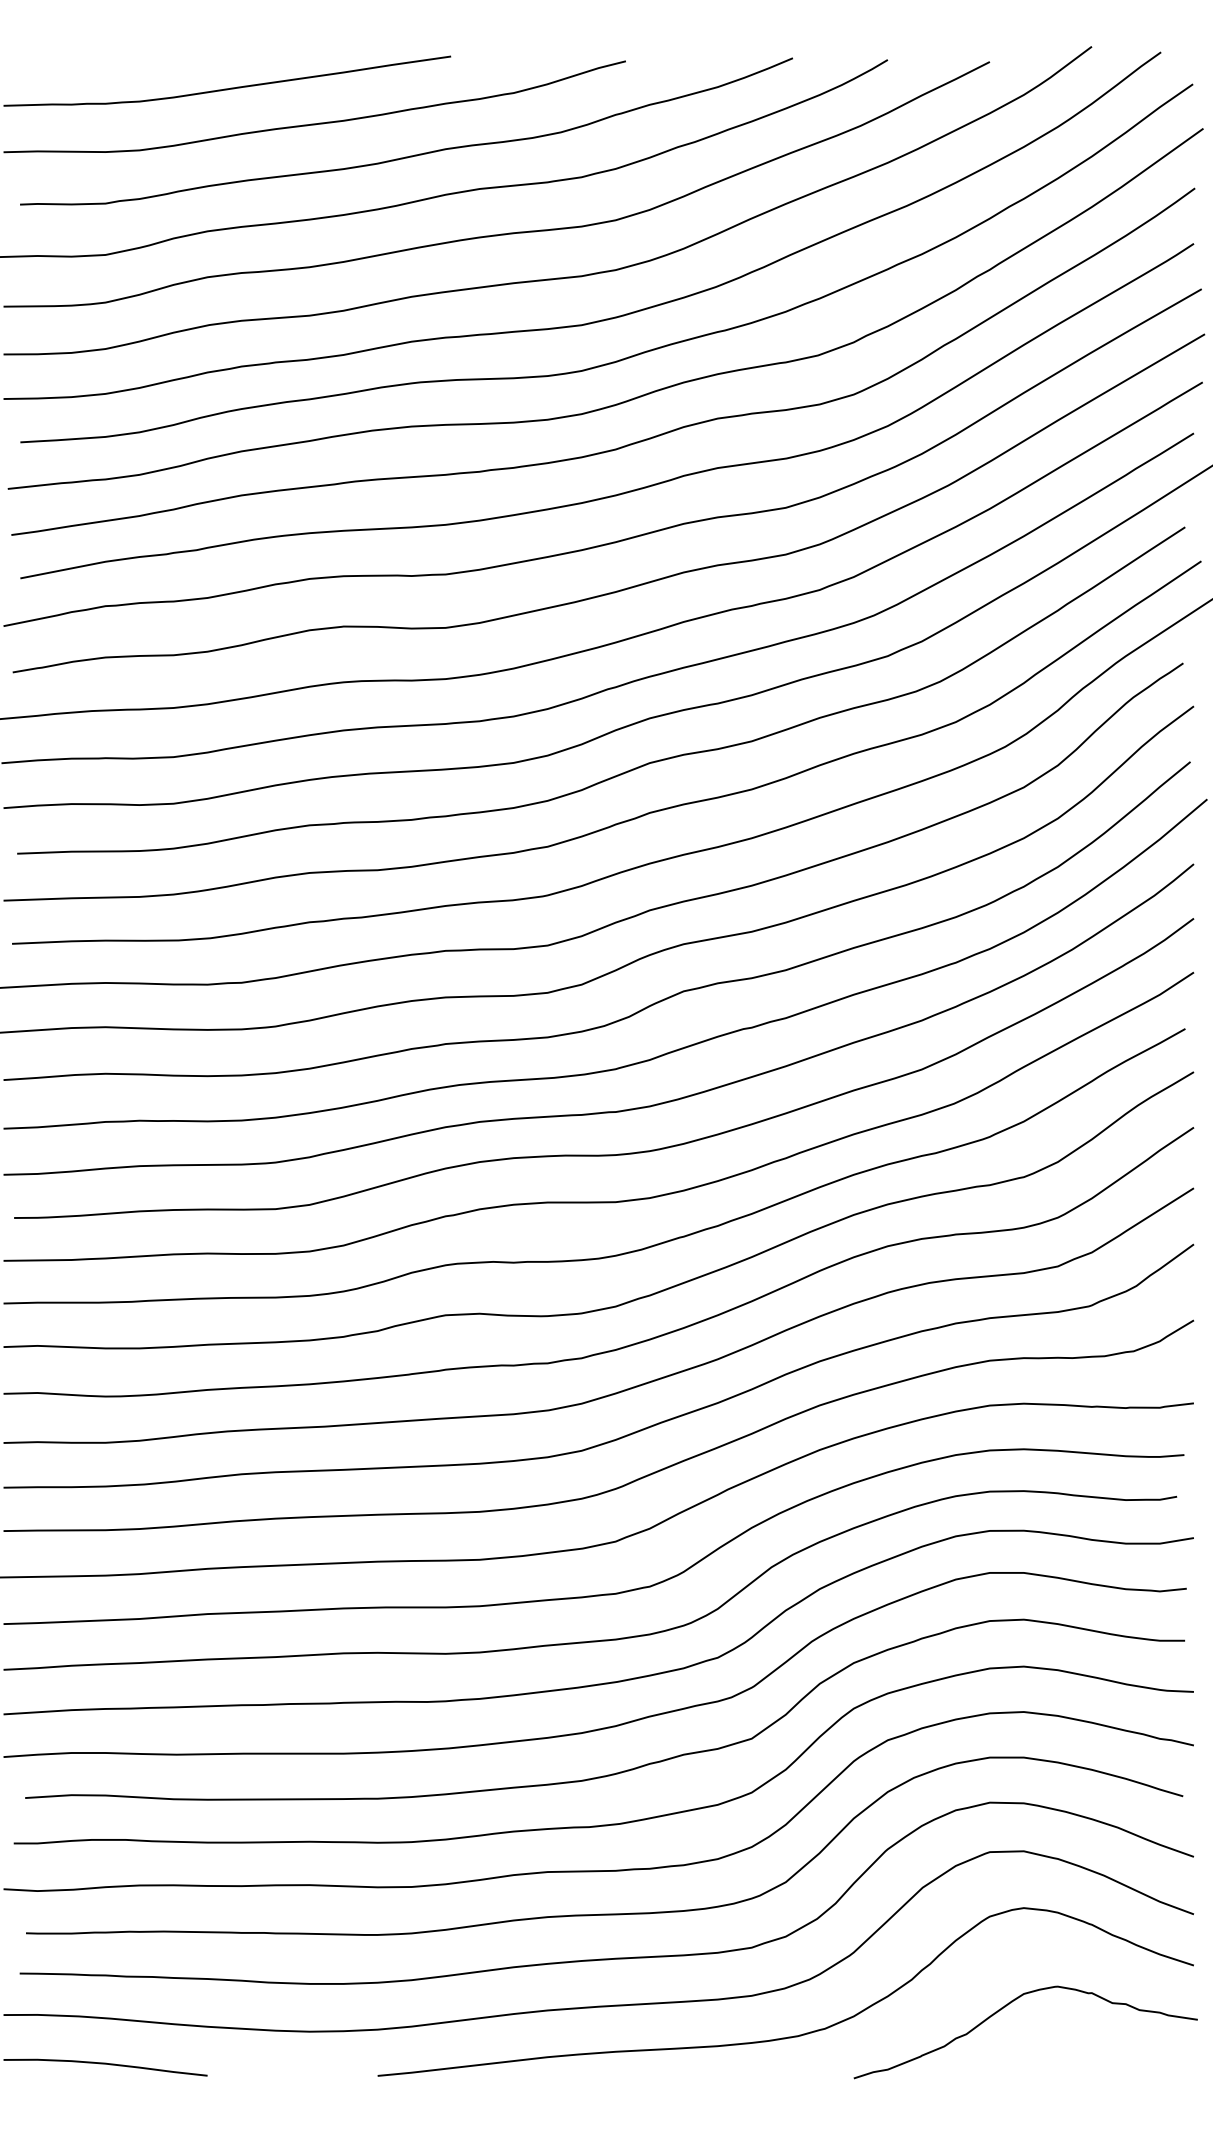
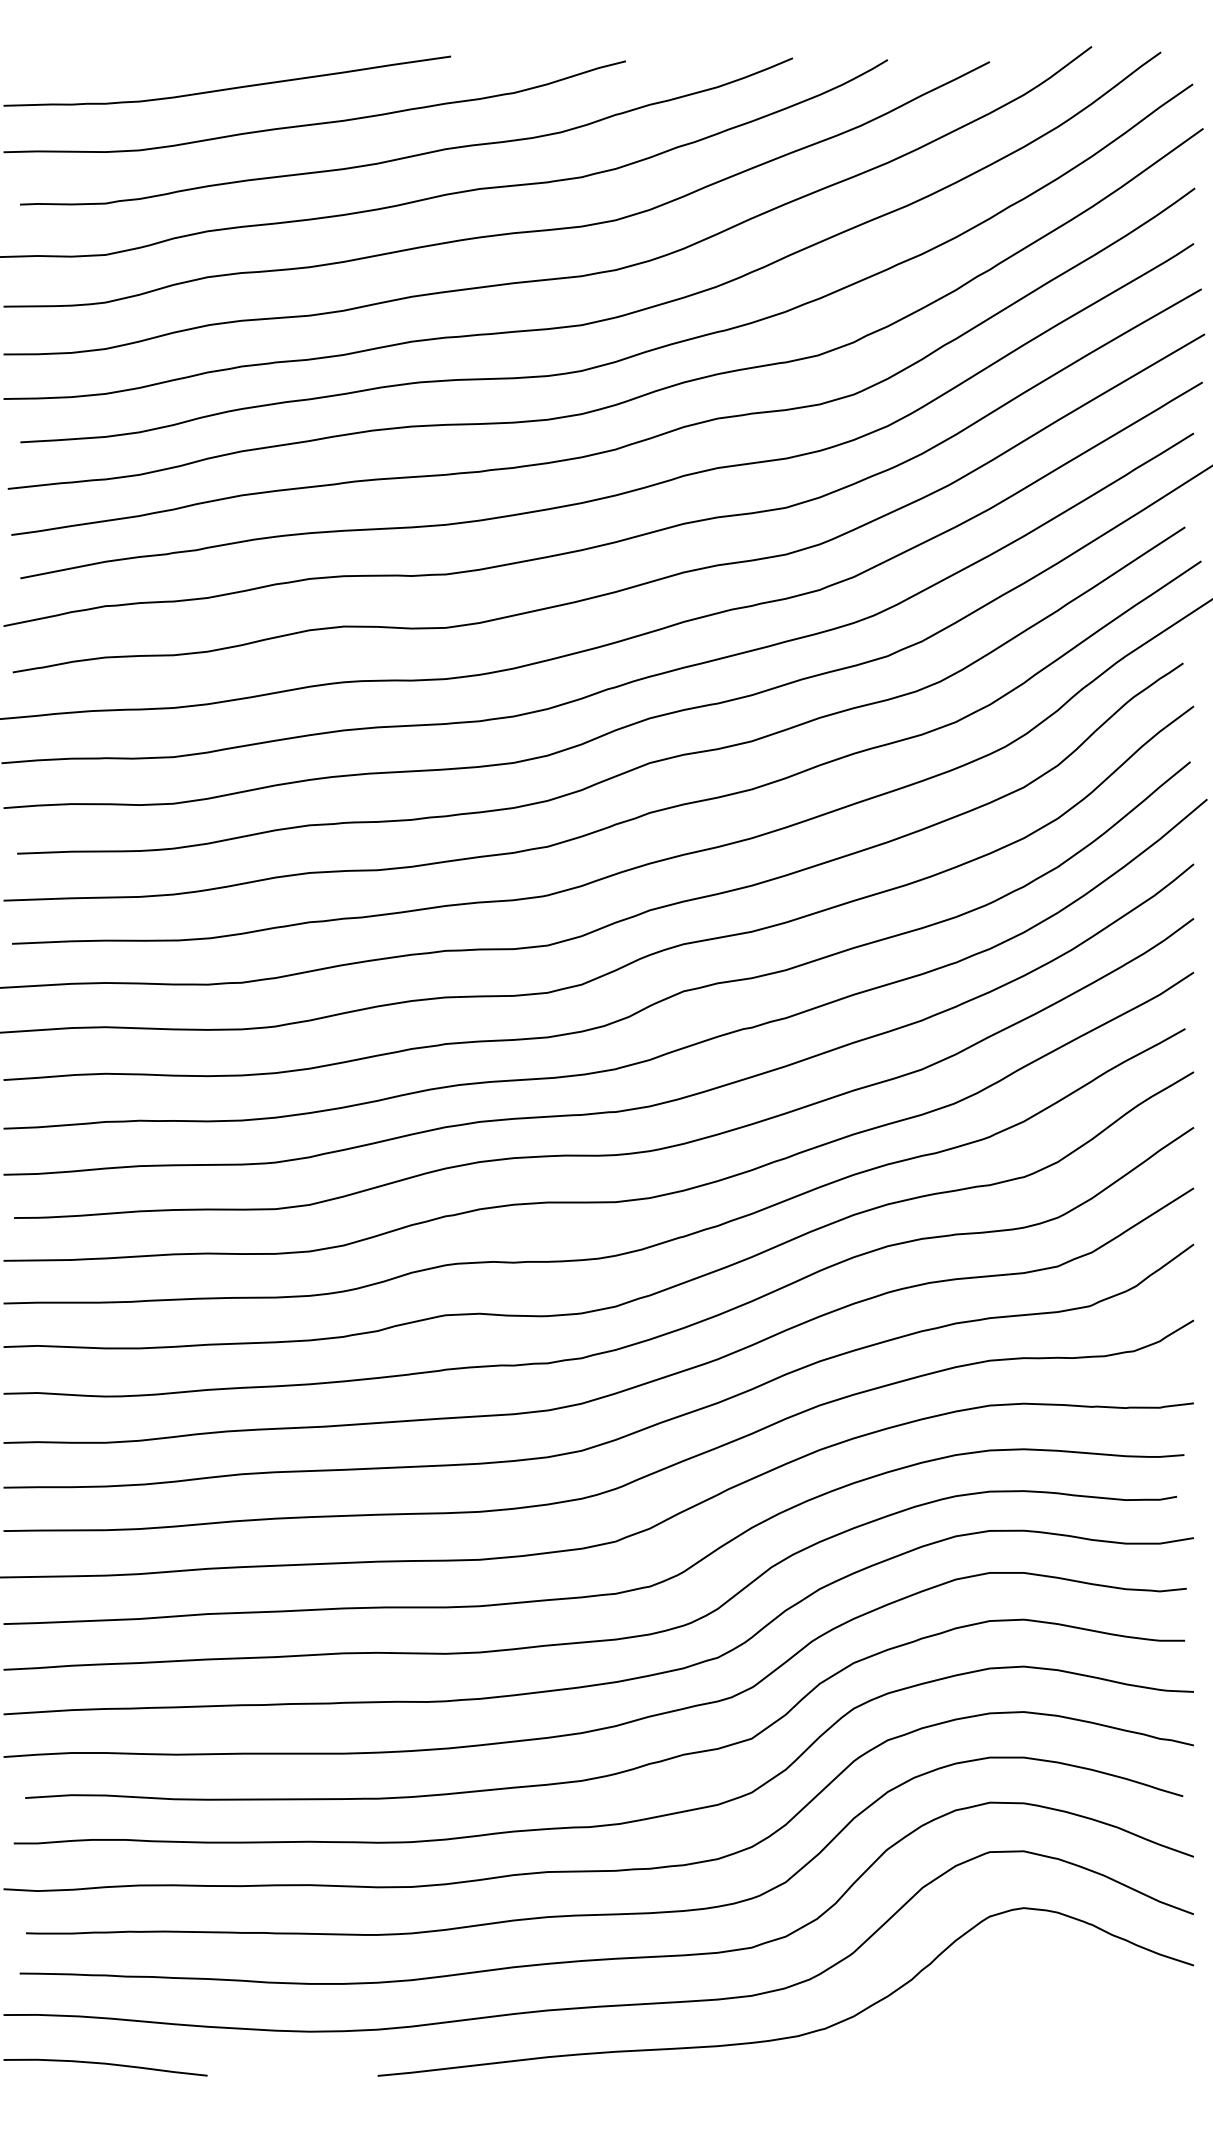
curve at (1008, 2005): present -> none
